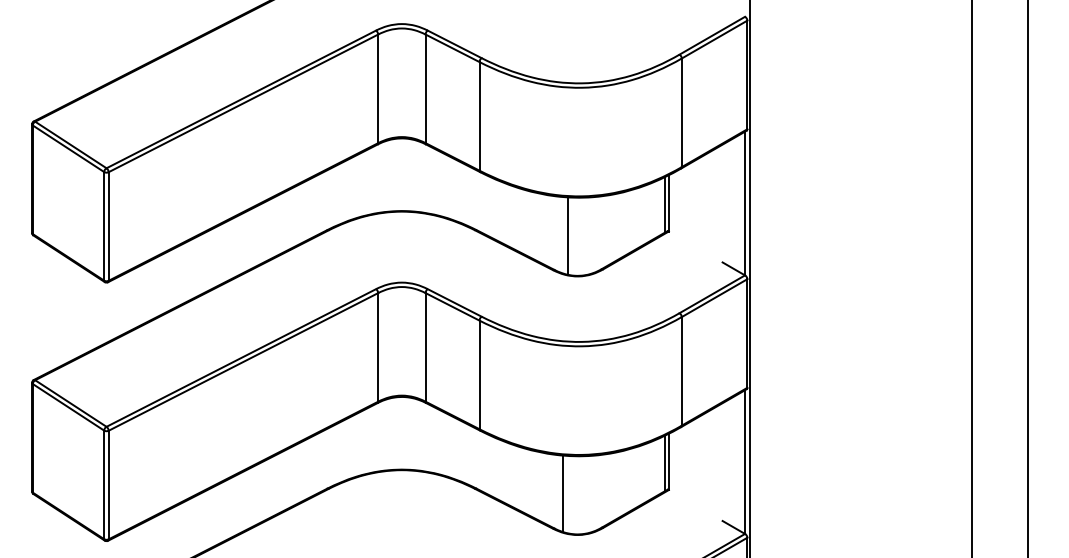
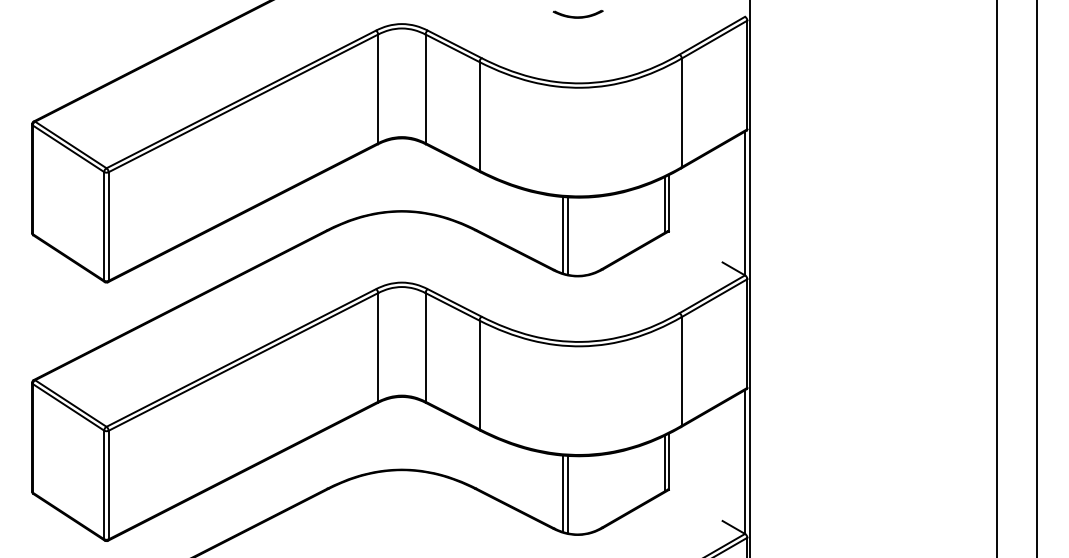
part at (577, 14): none -> present
line at (562, 235): none -> present
line at (972, 278) position: (972, 278) -> (997, 278)
line at (1027, 278) position: (1027, 278) -> (1036, 278)
line at (567, 494): none -> present
